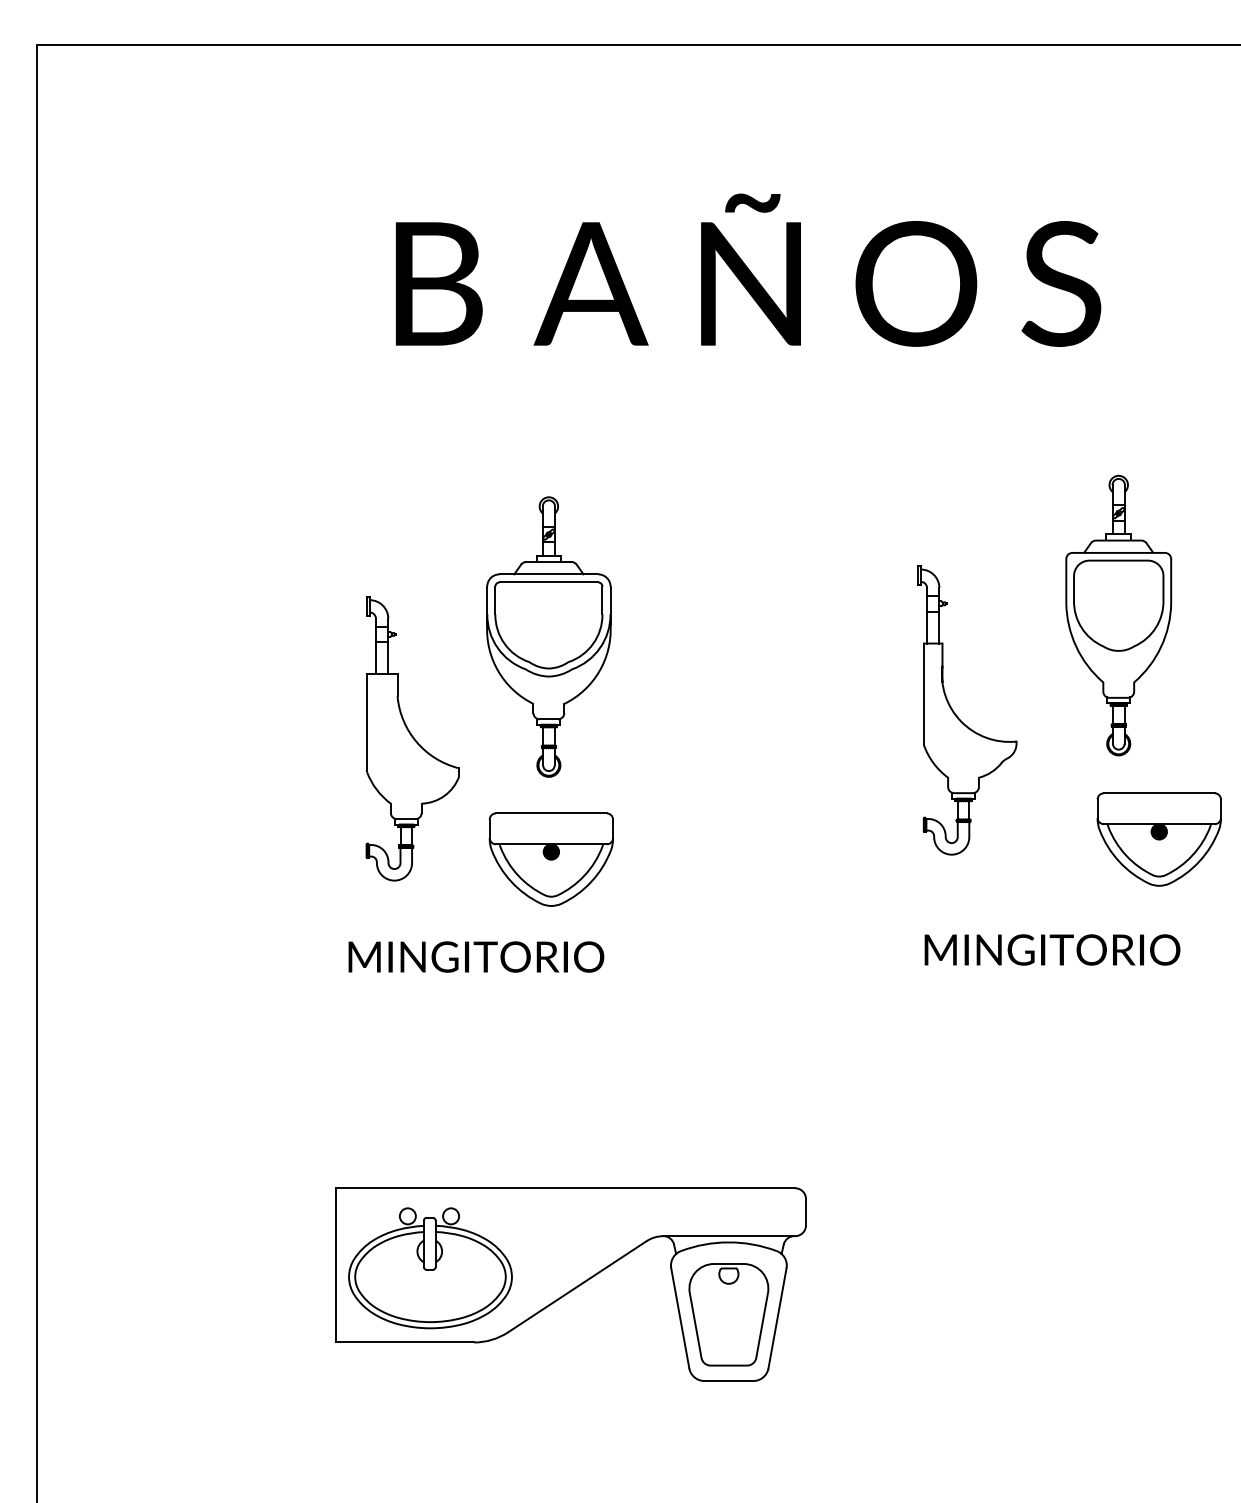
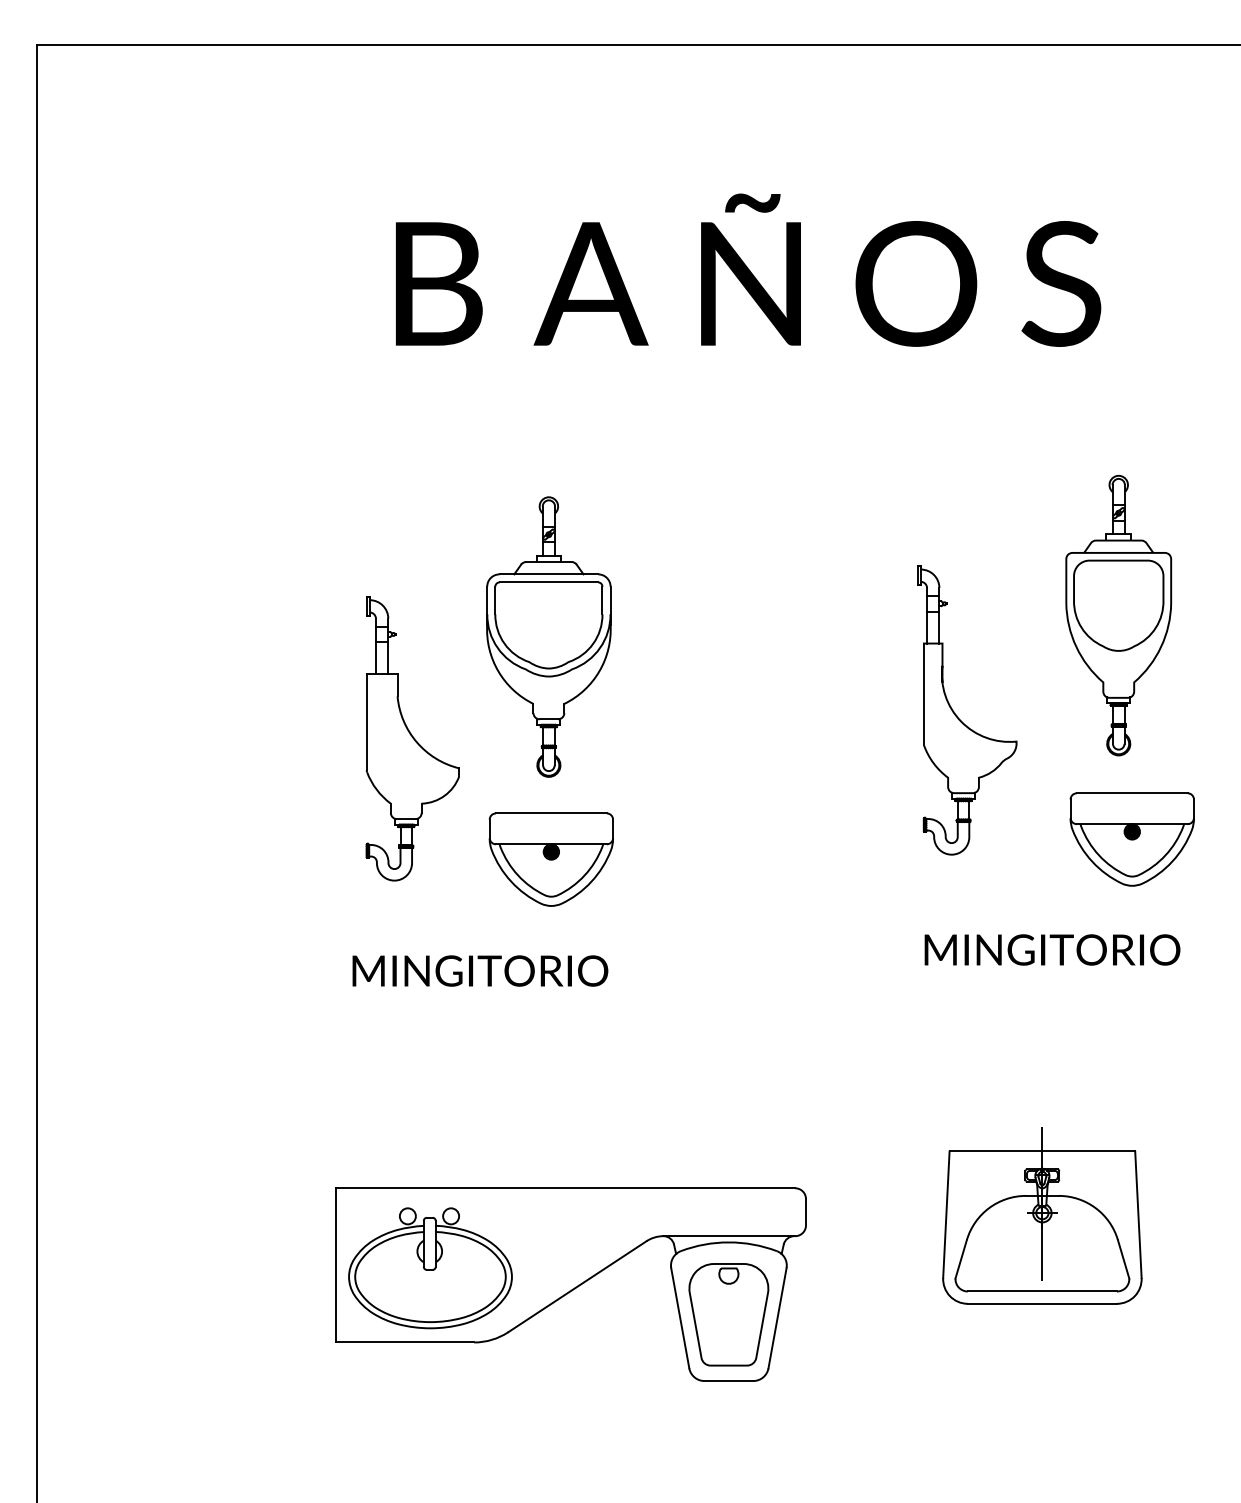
part at (1158, 839) position: (1158, 839) -> (1131, 839)
text at (476, 956) position: (476, 956) -> (480, 970)
part at (1042, 1215): none -> present
